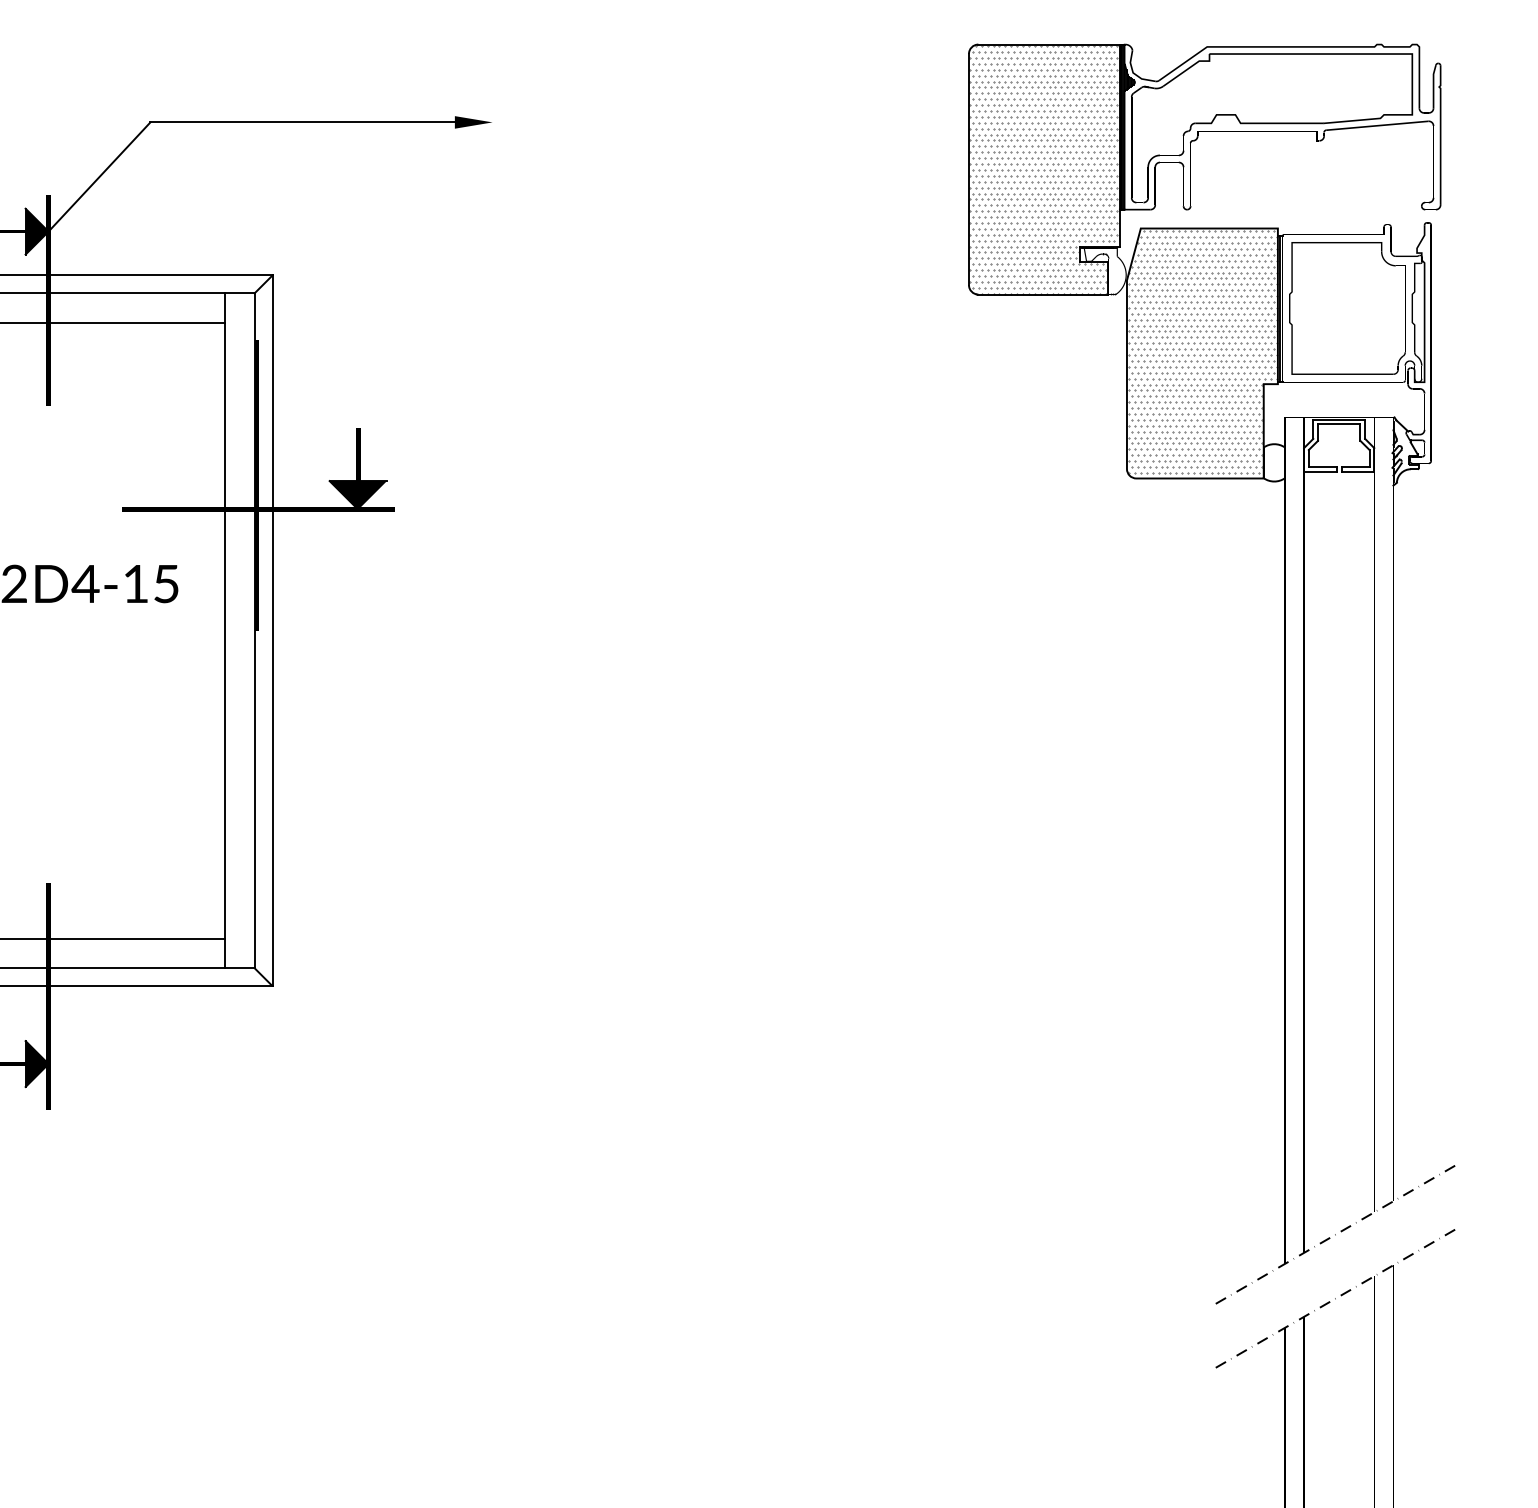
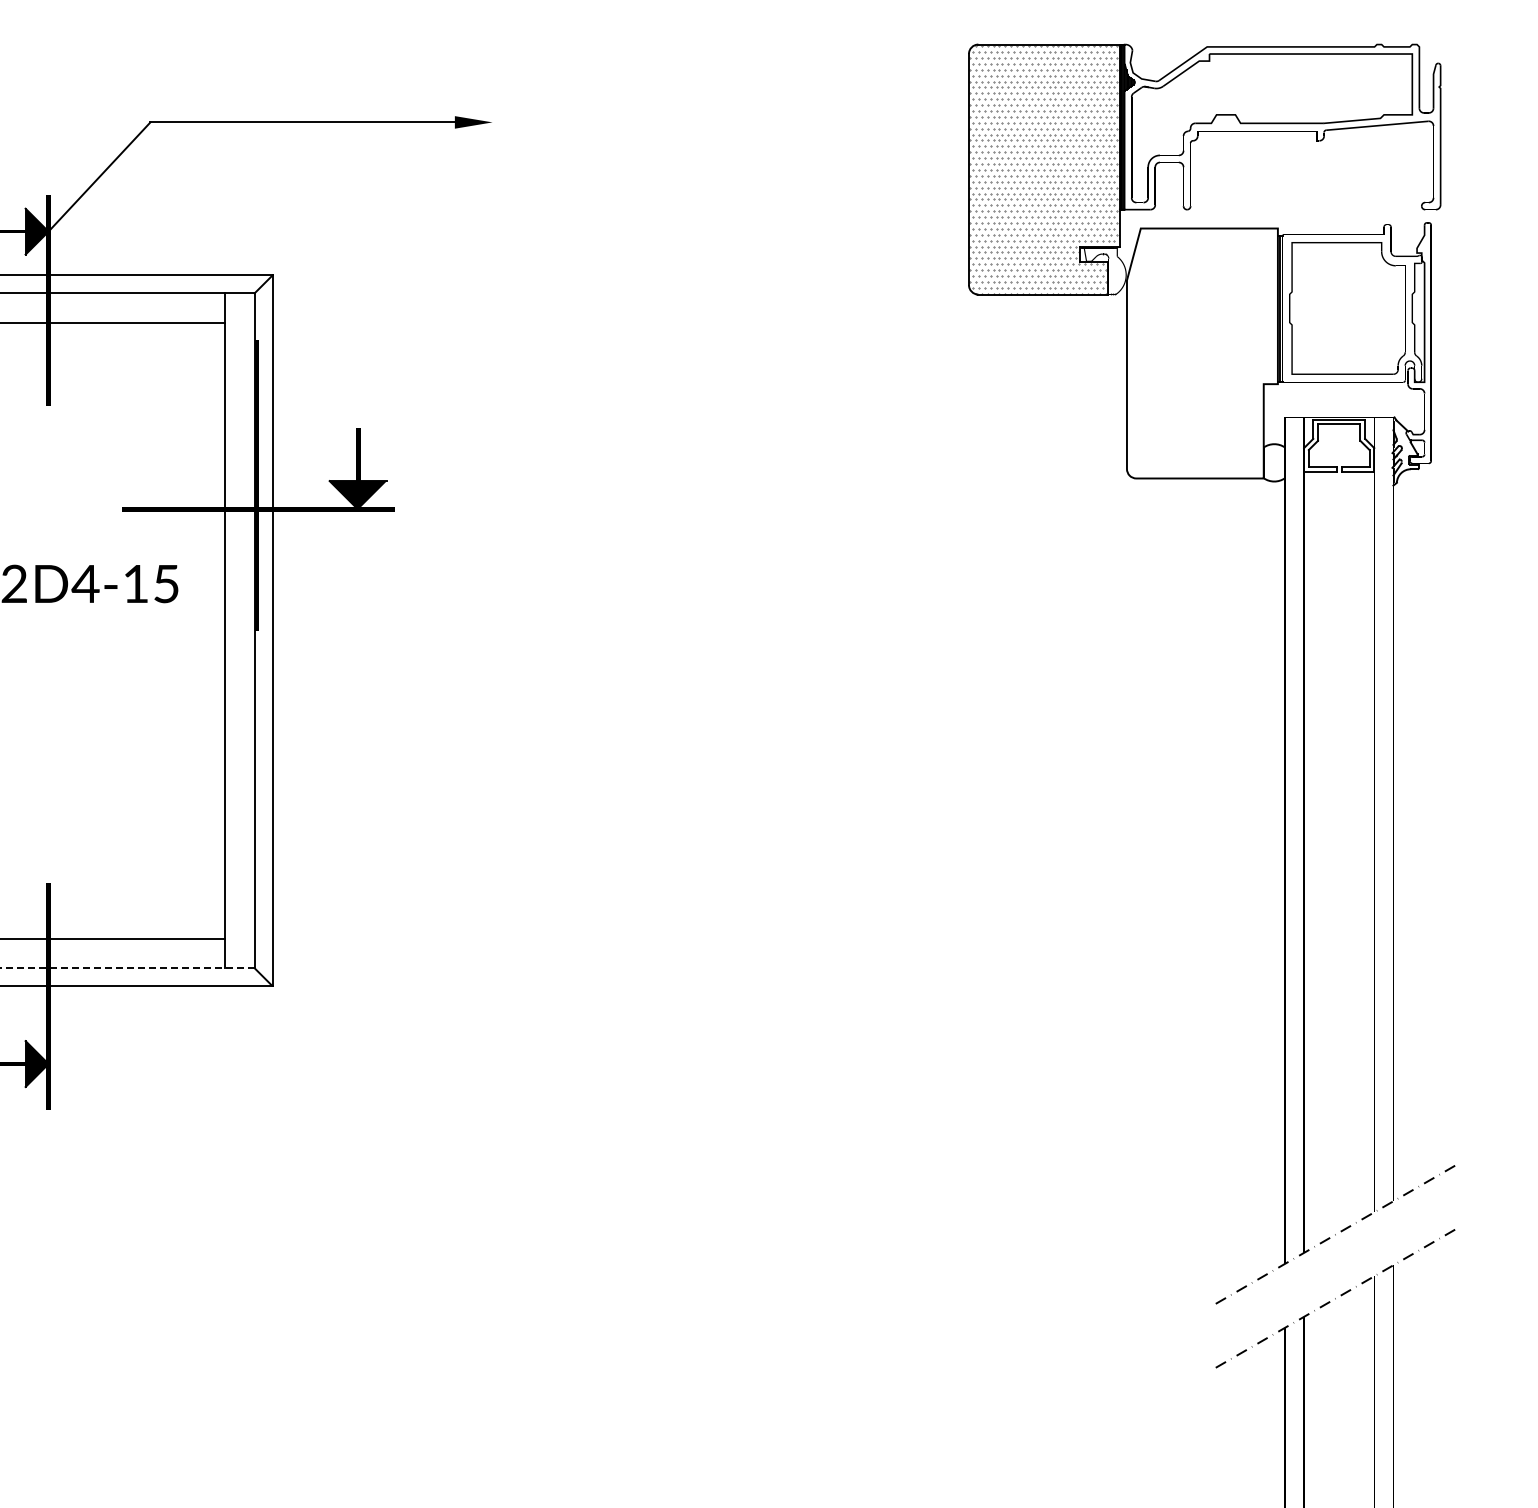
hatch at (1202, 351): present -> none
line at (127, 968): solid -> dashed
